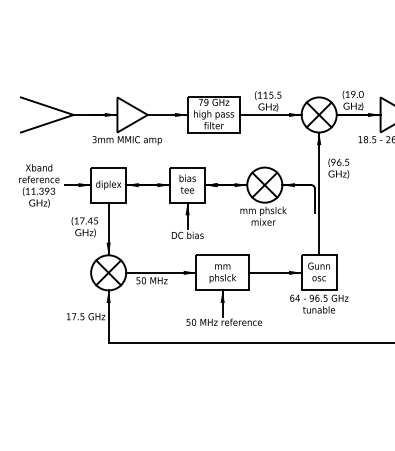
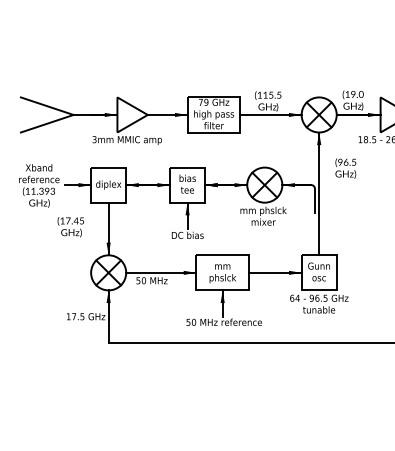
text at (338, 168) position: (338, 168) -> (345, 168)
text at (84, 227) position: (84, 227) -> (70, 227)
